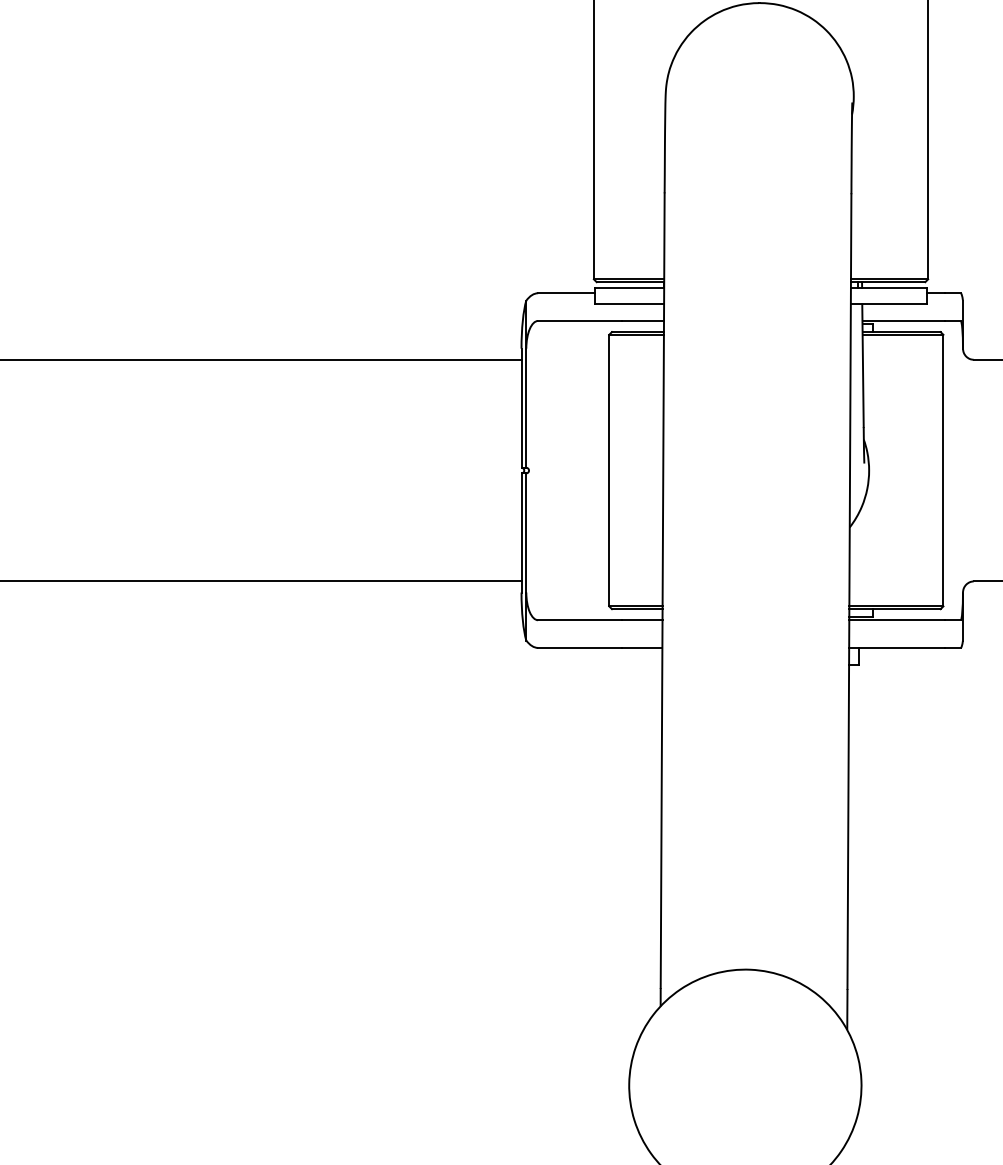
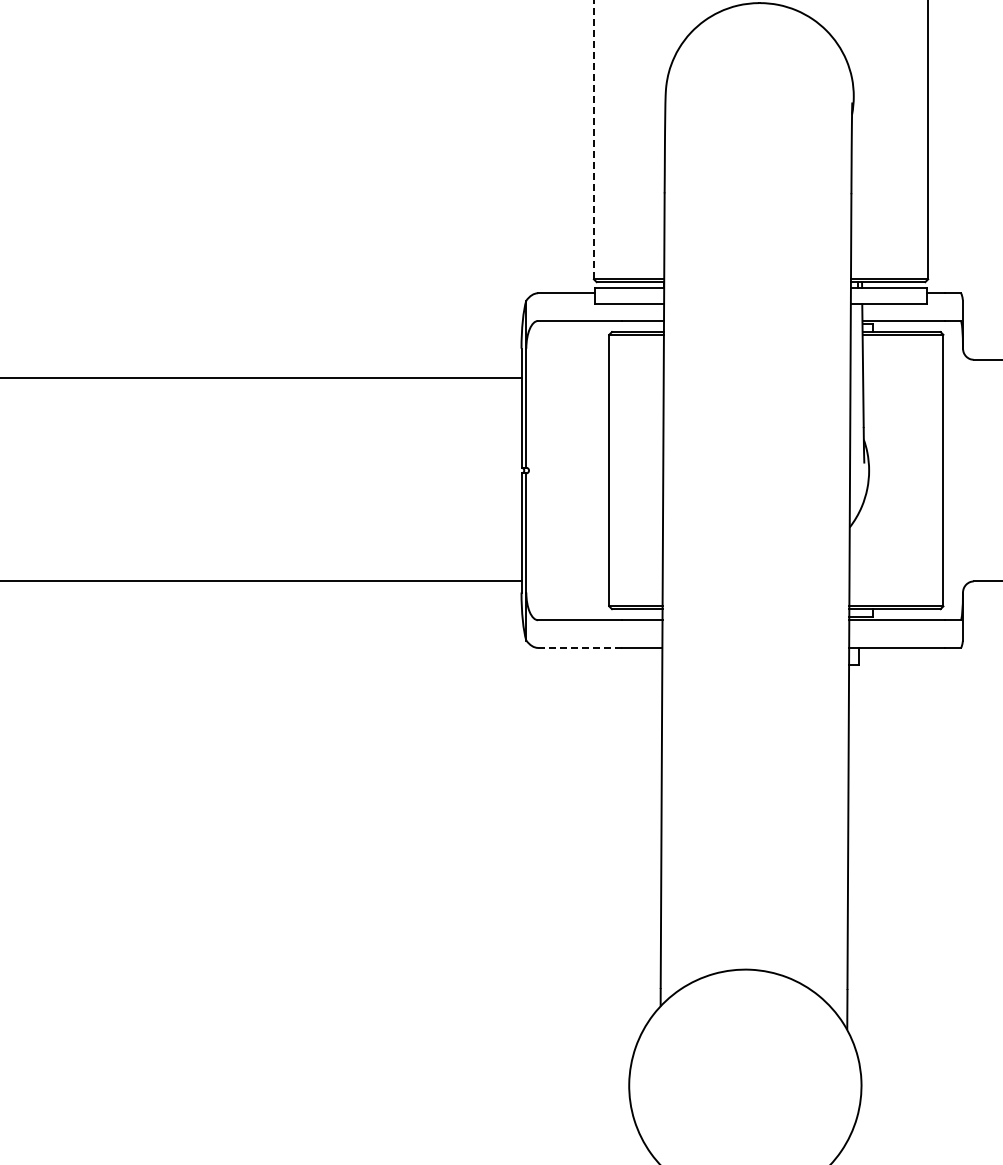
line at (593, 139): solid -> dashed
line at (261, 359) position: (261, 359) -> (261, 377)
line at (579, 647): solid -> dashed
